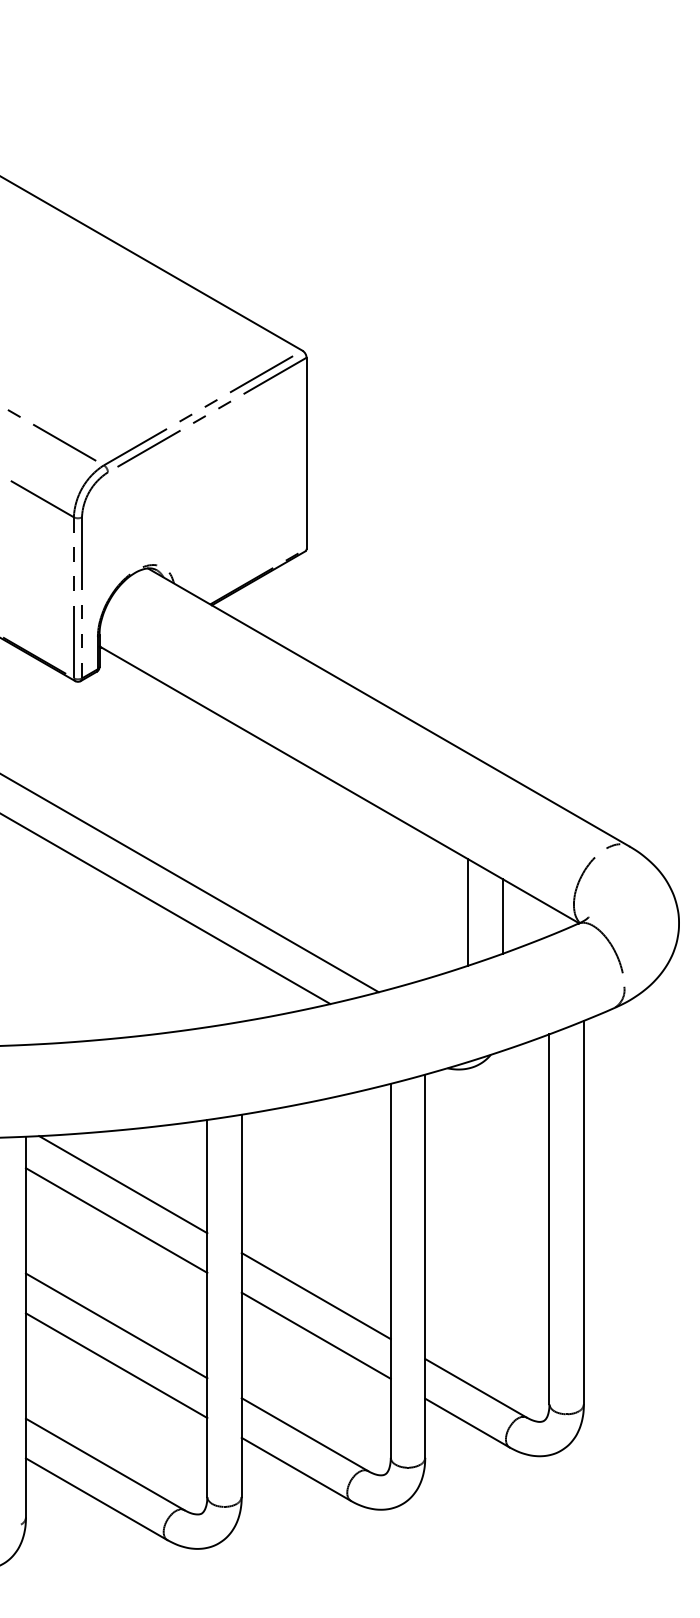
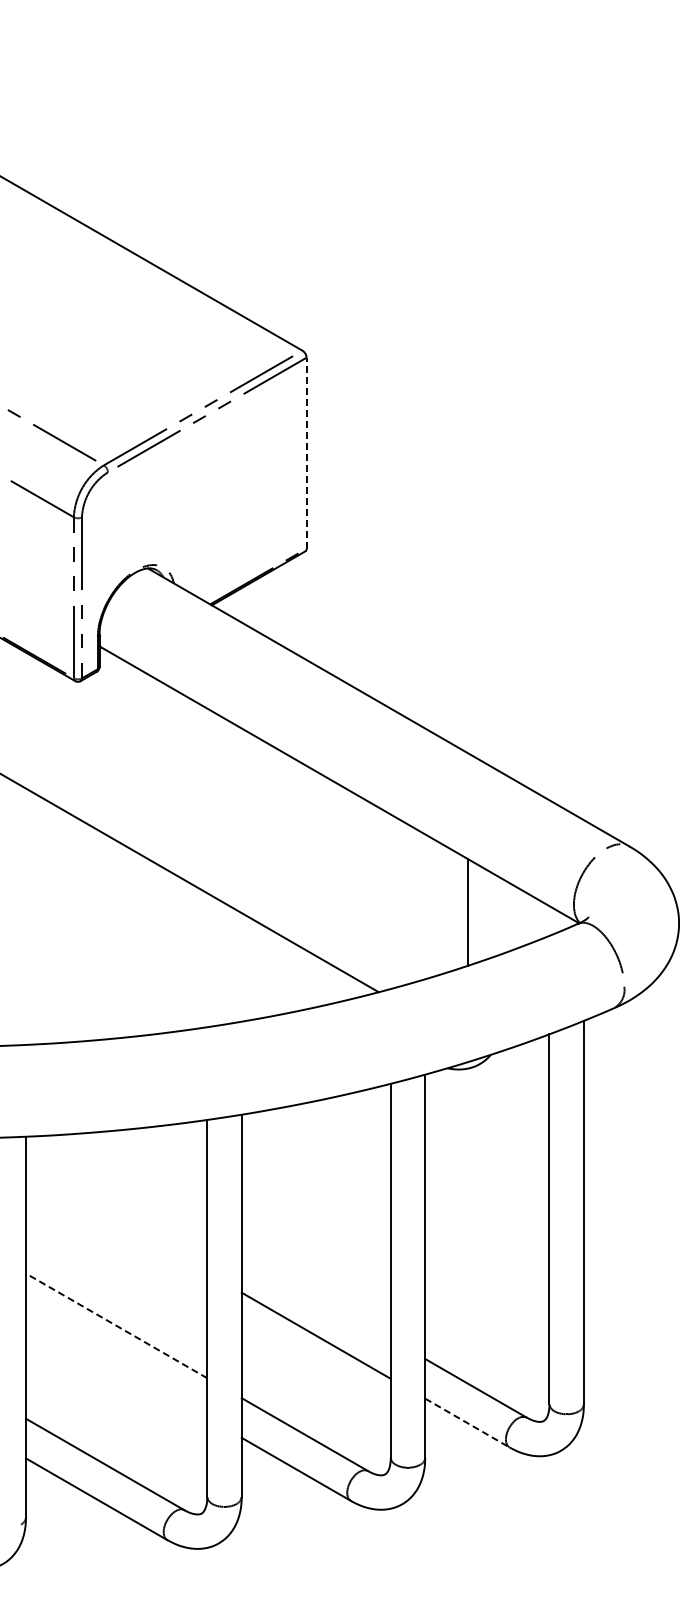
line at (306, 453): solid -> dashed
line at (166, 909): present -> none
line at (502, 916): present -> none
line at (123, 1184): present -> none
line at (116, 1220): present -> none
line at (315, 1296): present -> none
line at (116, 1325): solid -> dashed
line at (116, 1365): present -> none
line at (467, 1423): solid -> dashed
